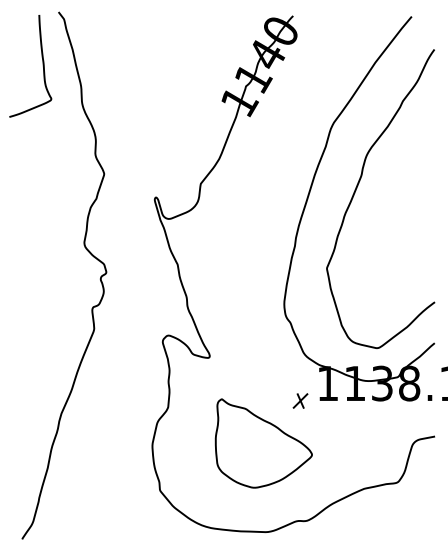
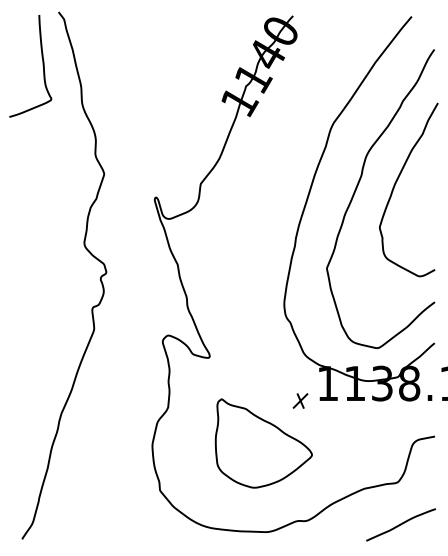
curve at (395, 186): none -> present
curve at (400, 524): none -> present
